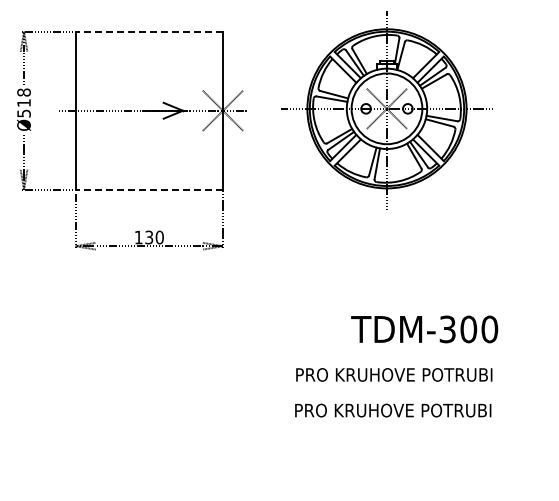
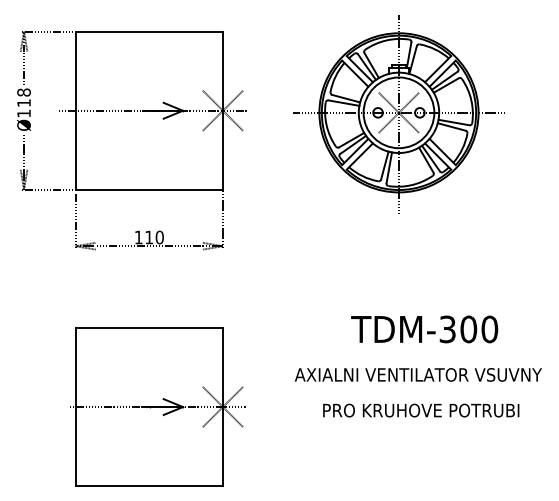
line at (149, 31): dashed -> solid
part at (386, 110) position: (386, 110) -> (398, 114)
text at (23, 113): 518 -> 118
line at (149, 189): dashed -> solid
text at (149, 237): 130 -> 110
text at (417, 374): PRO KRUHOVE POTRUBI -> AXIALNI VENTILATOR VSUVNY
part at (157, 406): none -> present
text at (393, 410) position: (393, 410) -> (421, 410)
